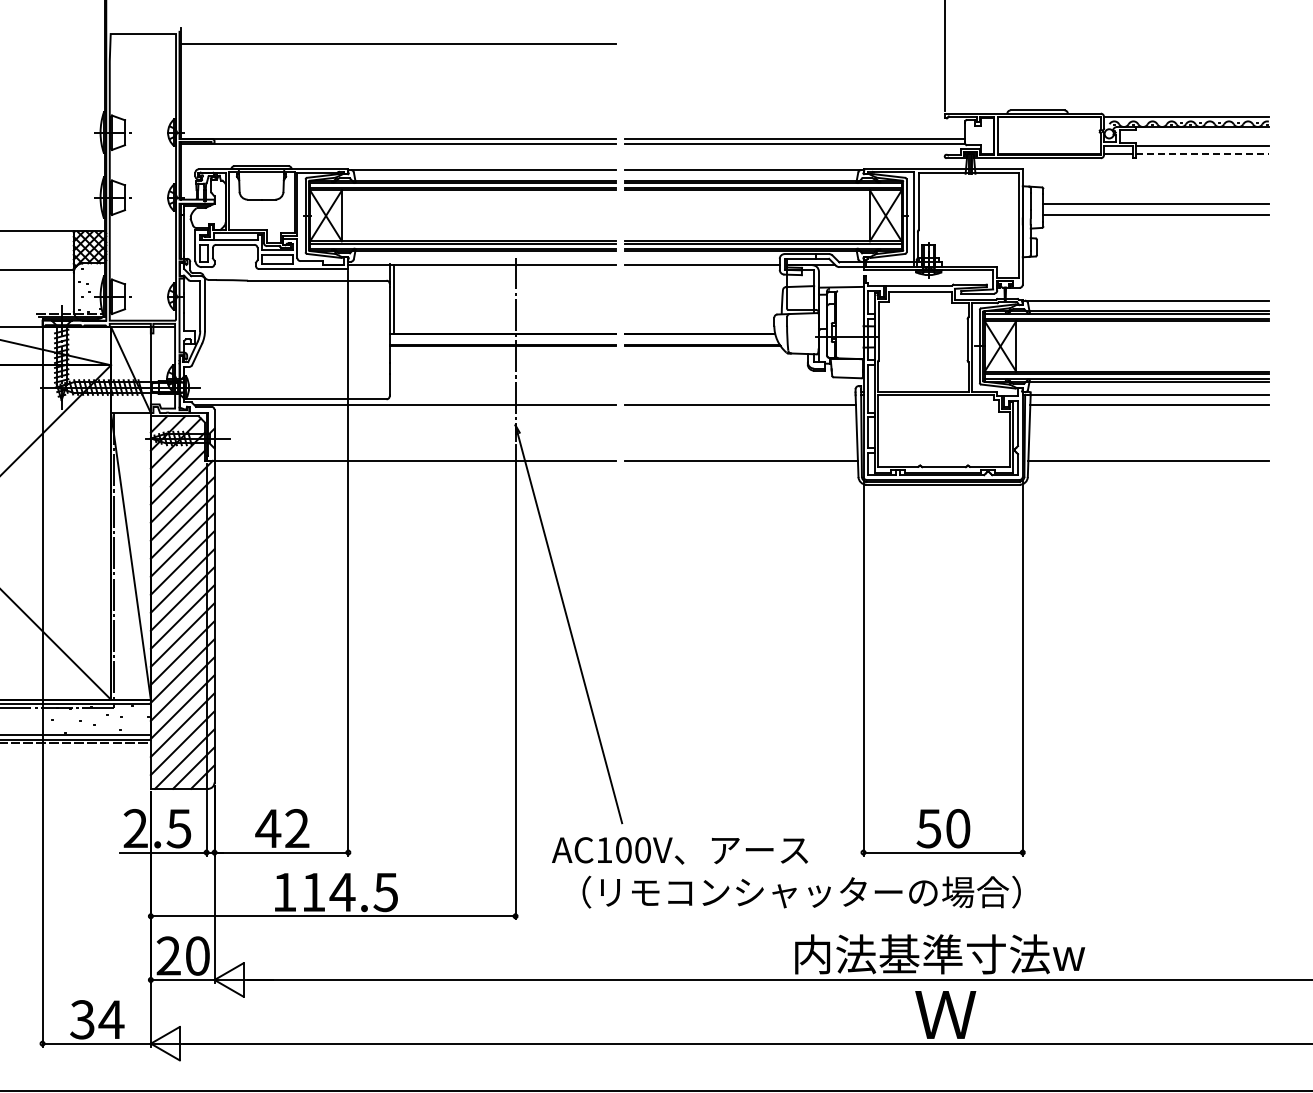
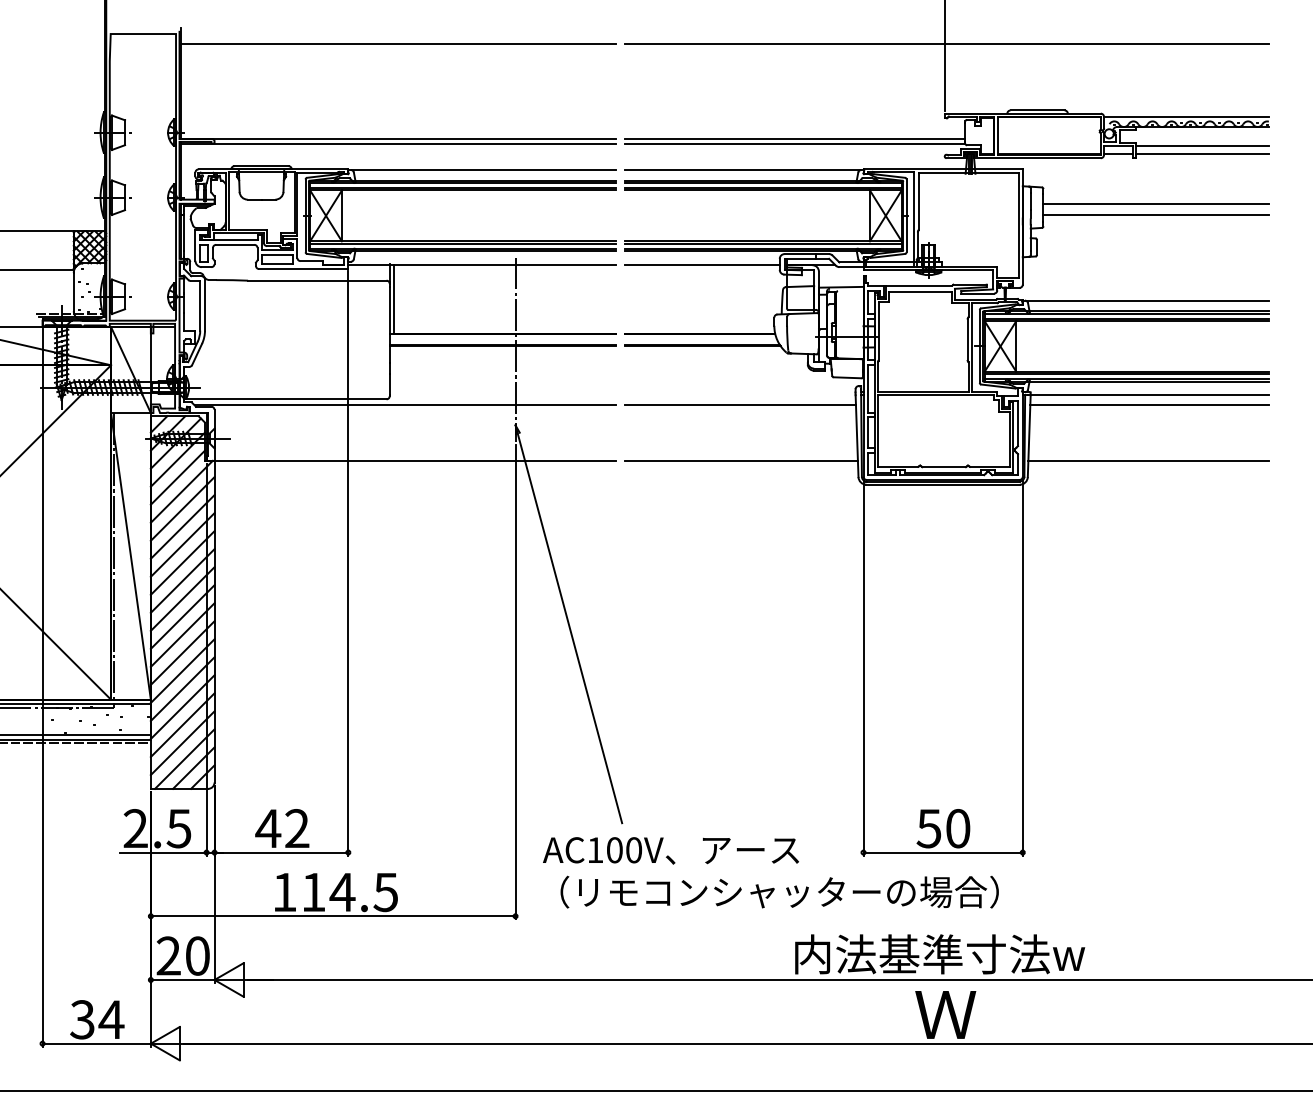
line at (946, 43): none -> present
line at (1202, 154): dashed -> solid
text at (679, 850) position: (679, 850) -> (670, 850)
text at (801, 891) position: (801, 891) -> (779, 891)
